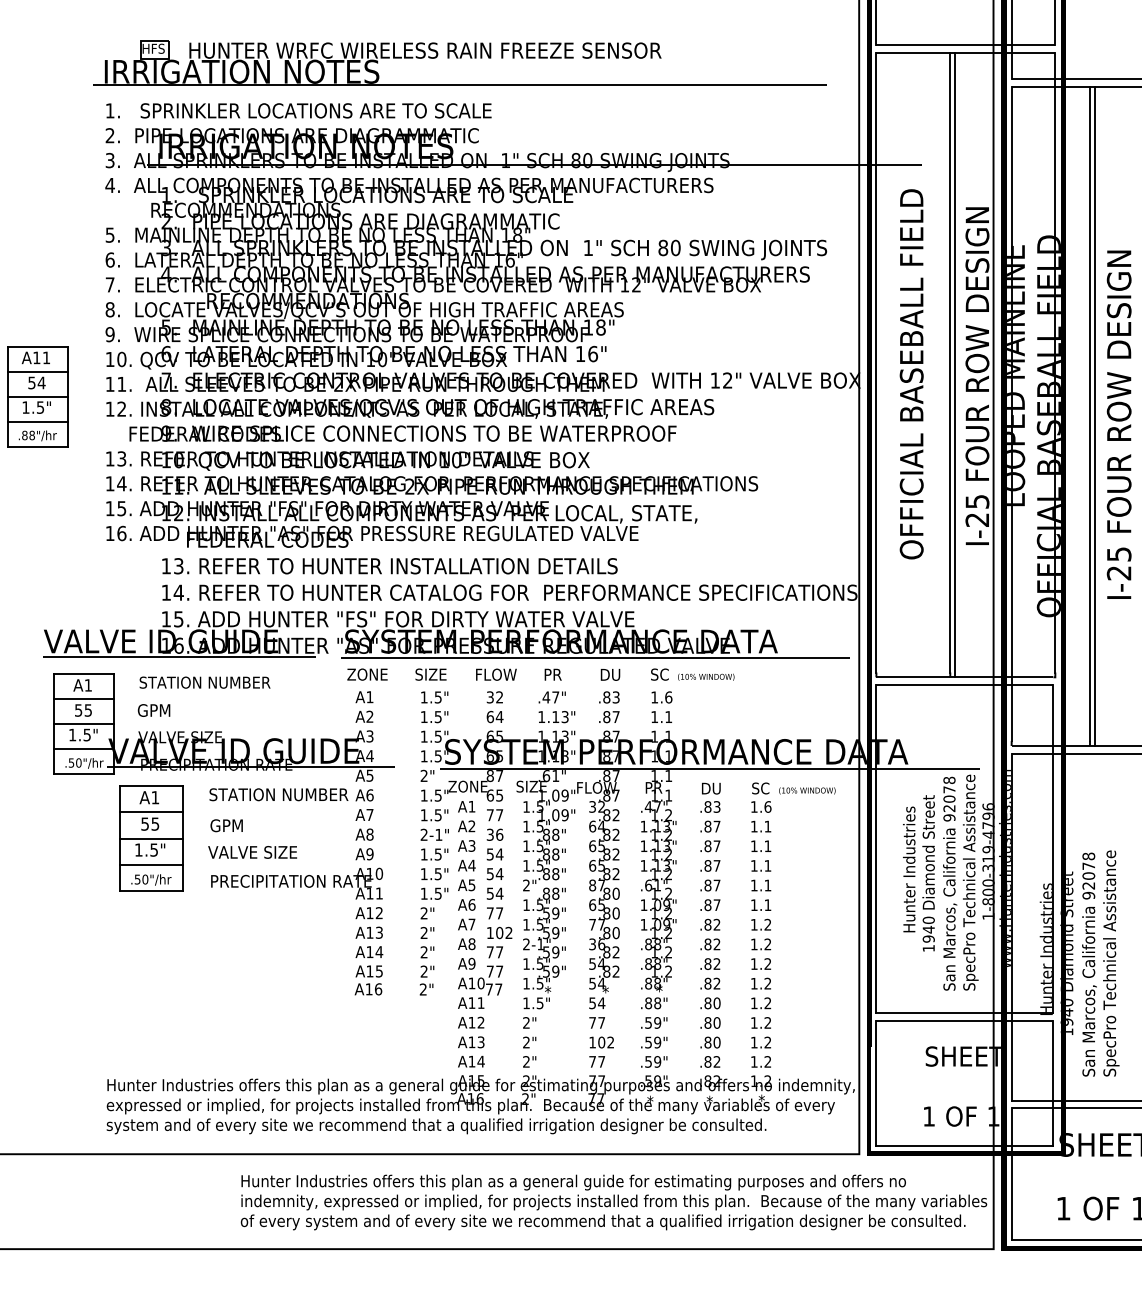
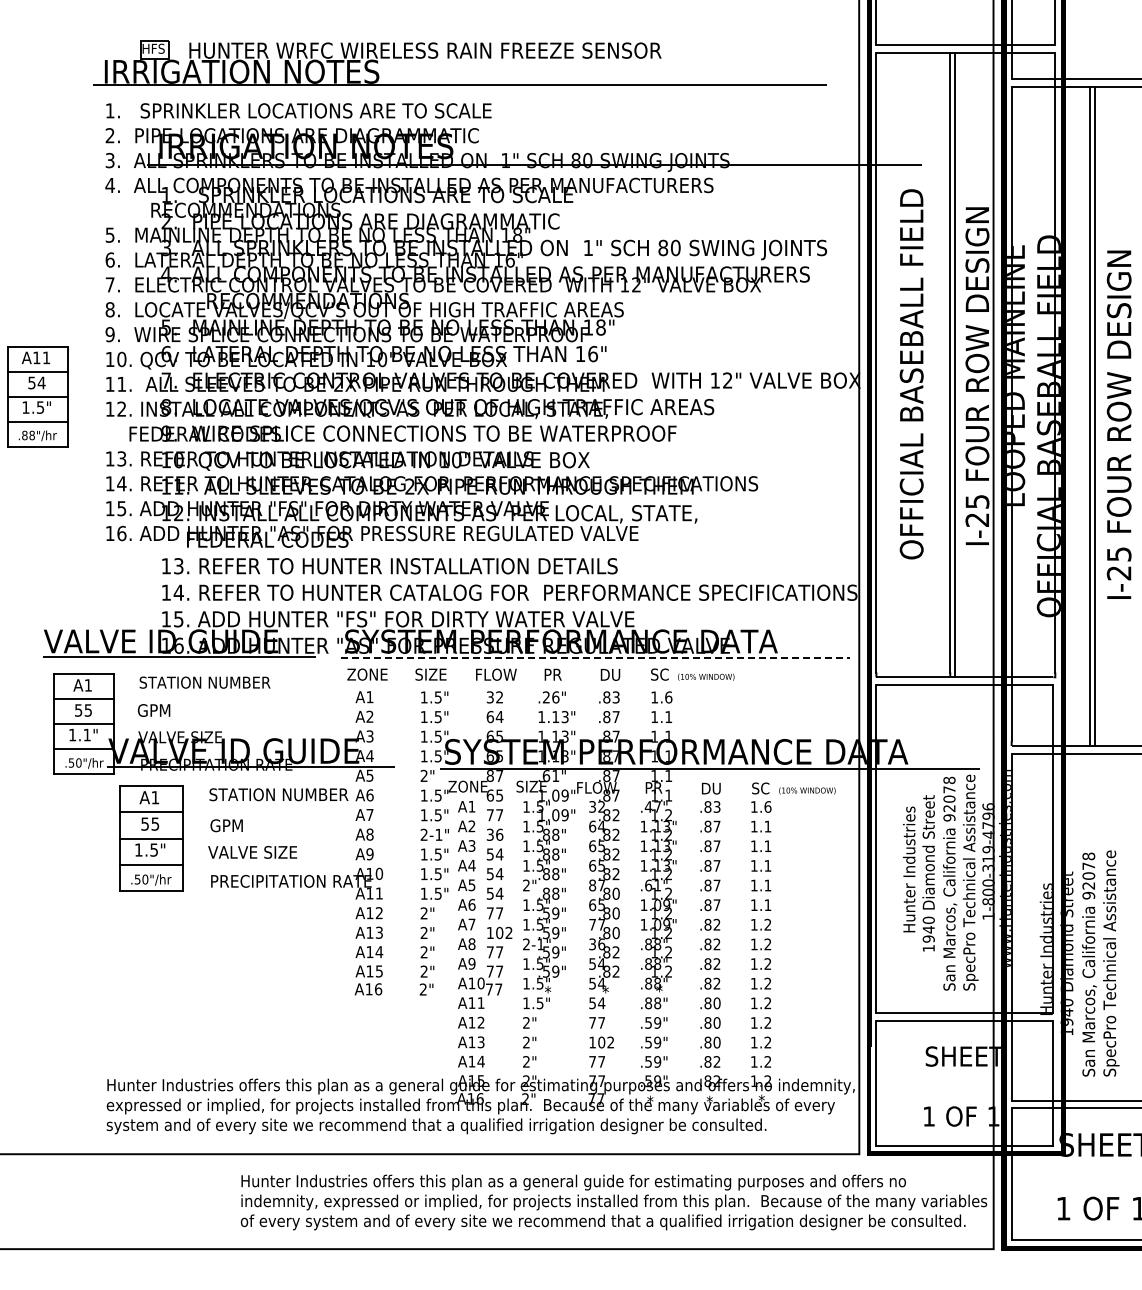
line at (595, 657): solid -> dashed
text at (550, 697): .47" -> .26"
text at (86, 734): 1.5" -> 1.1"
